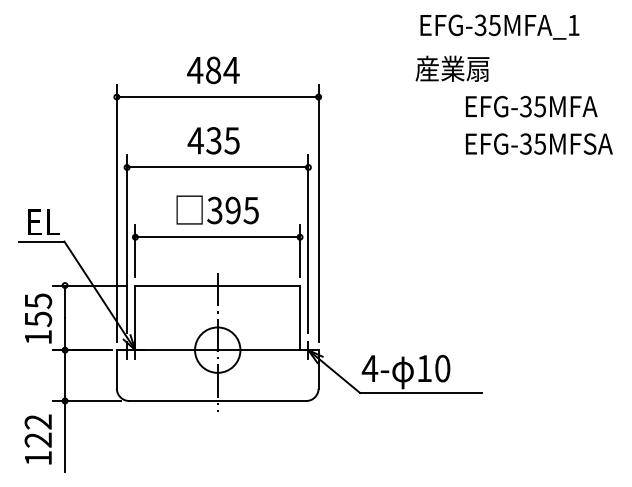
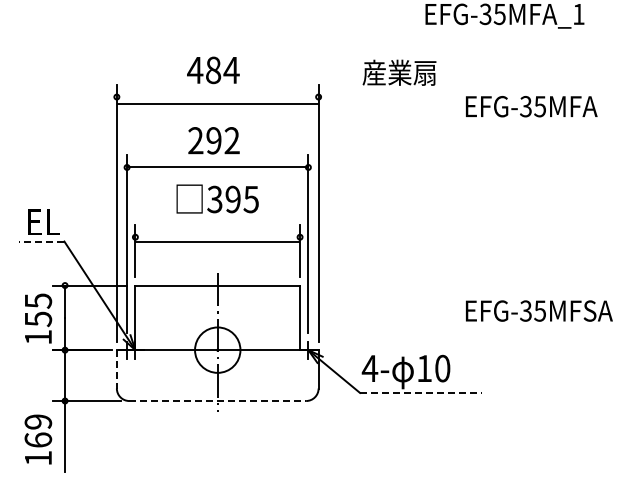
text at (499, 26) position: (499, 26) -> (504, 15)
text at (452, 68) position: (452, 68) -> (399, 72)
line at (217, 97) position: (217, 97) -> (217, 104)
text at (213, 140): 435 -> 292
text at (539, 143) position: (539, 143) -> (539, 310)
text at (217, 209) position: (217, 209) -> (217, 198)
line at (217, 237) position: (217, 237) -> (217, 242)
line at (41, 241): solid -> dashed
line at (116, 369): solid -> dashed
line at (421, 392): solid -> dashed
line at (218, 401): solid -> dashed
text at (38, 430): 122 -> 169
